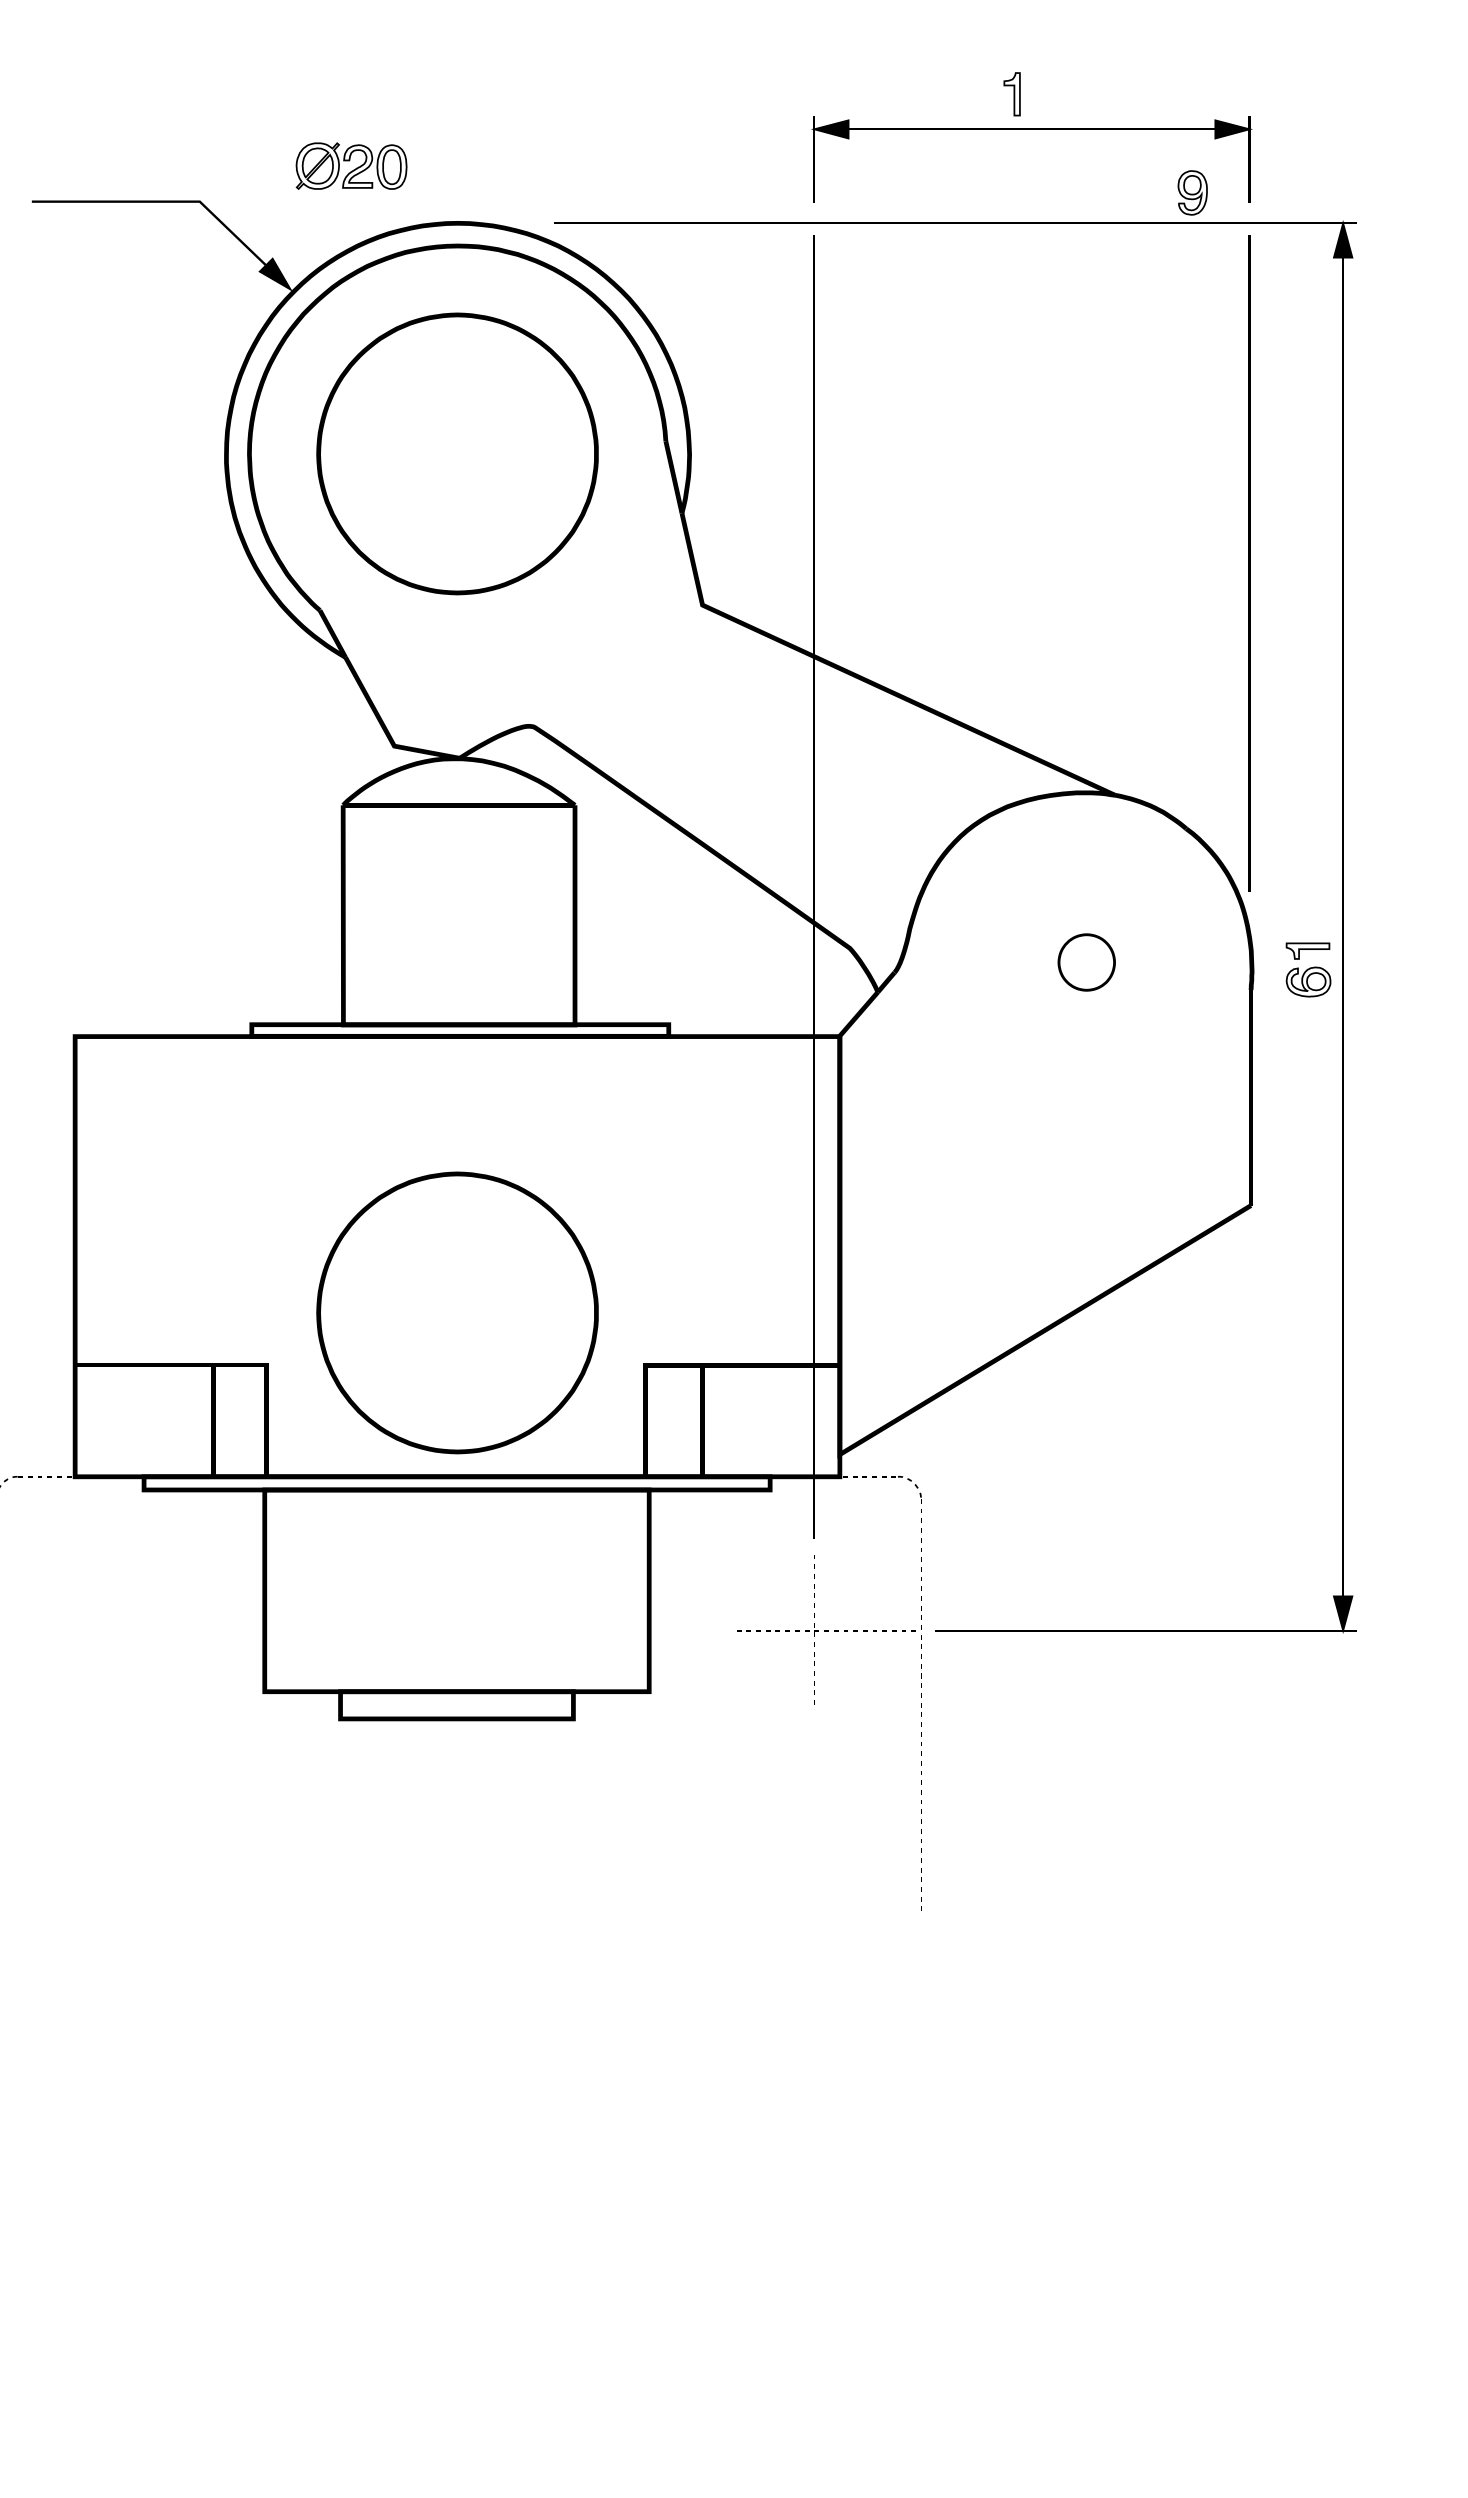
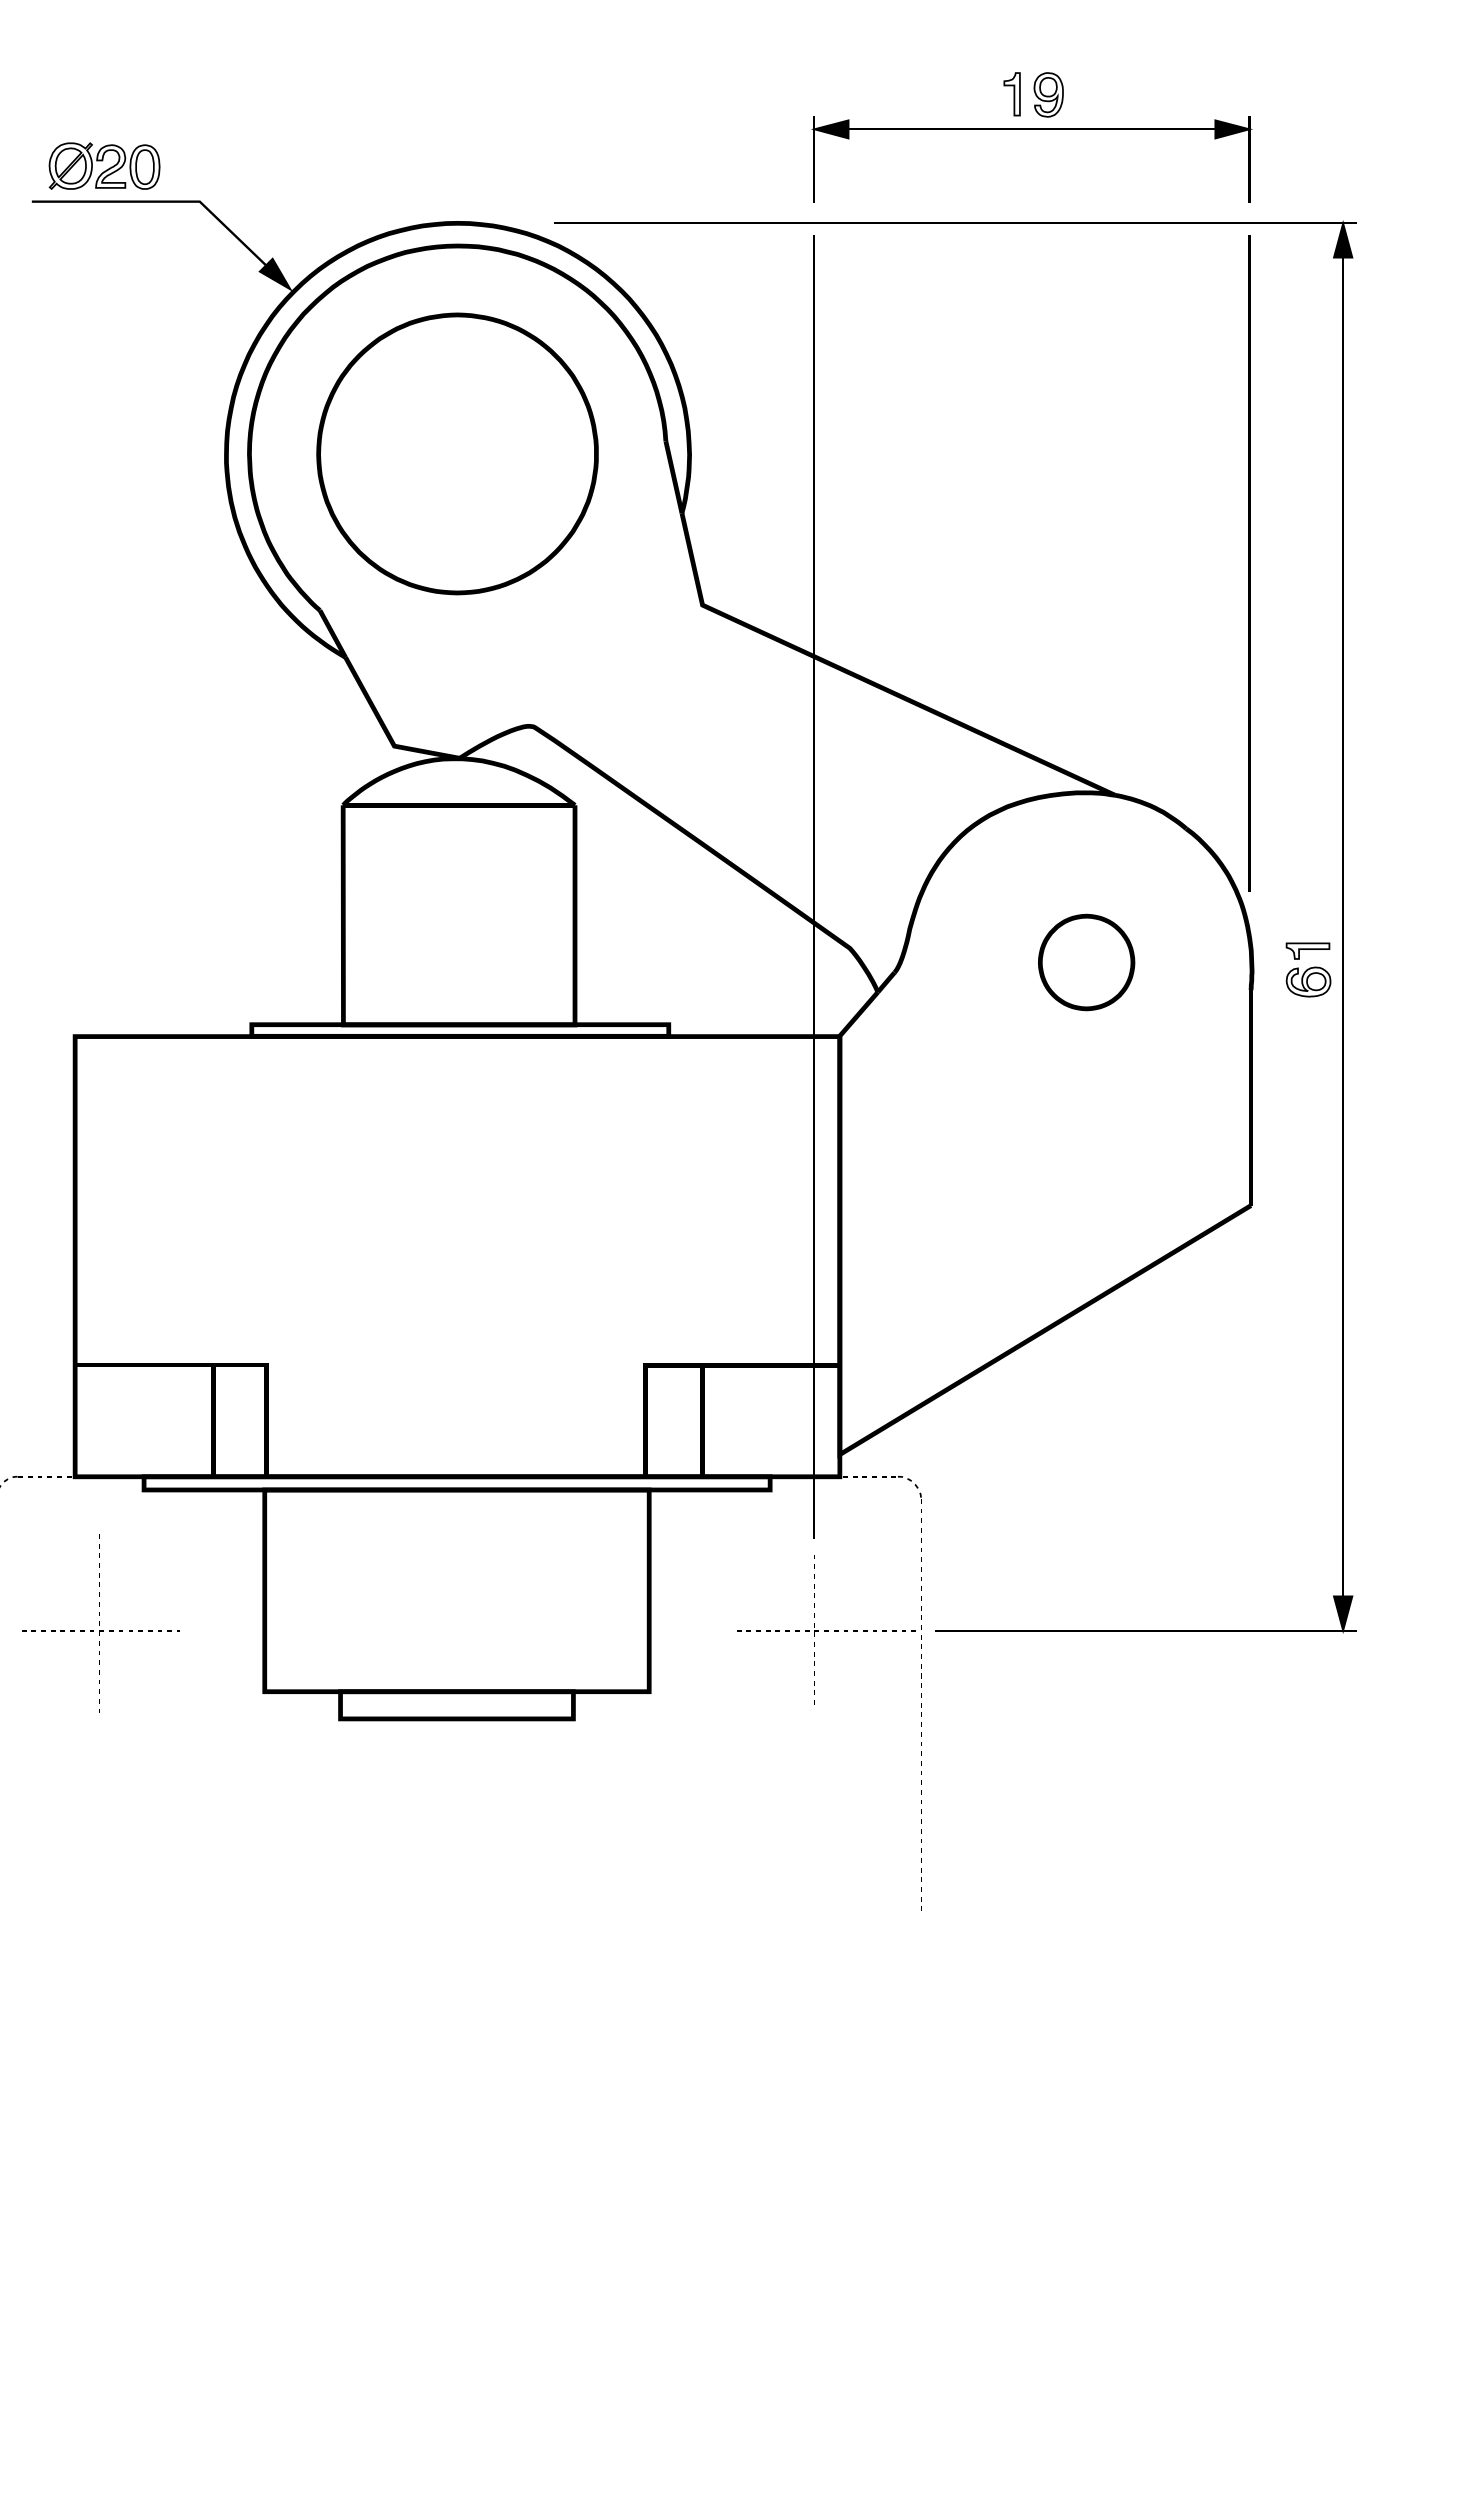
part at (351, 165) position: (351, 165) -> (104, 165)
part at (1192, 192) position: (1192, 192) -> (1048, 94)
part at (1086, 962) size: 59x59 px -> 98x99 px
part at (457, 1312): present -> none
part at (100, 1623): none -> present
